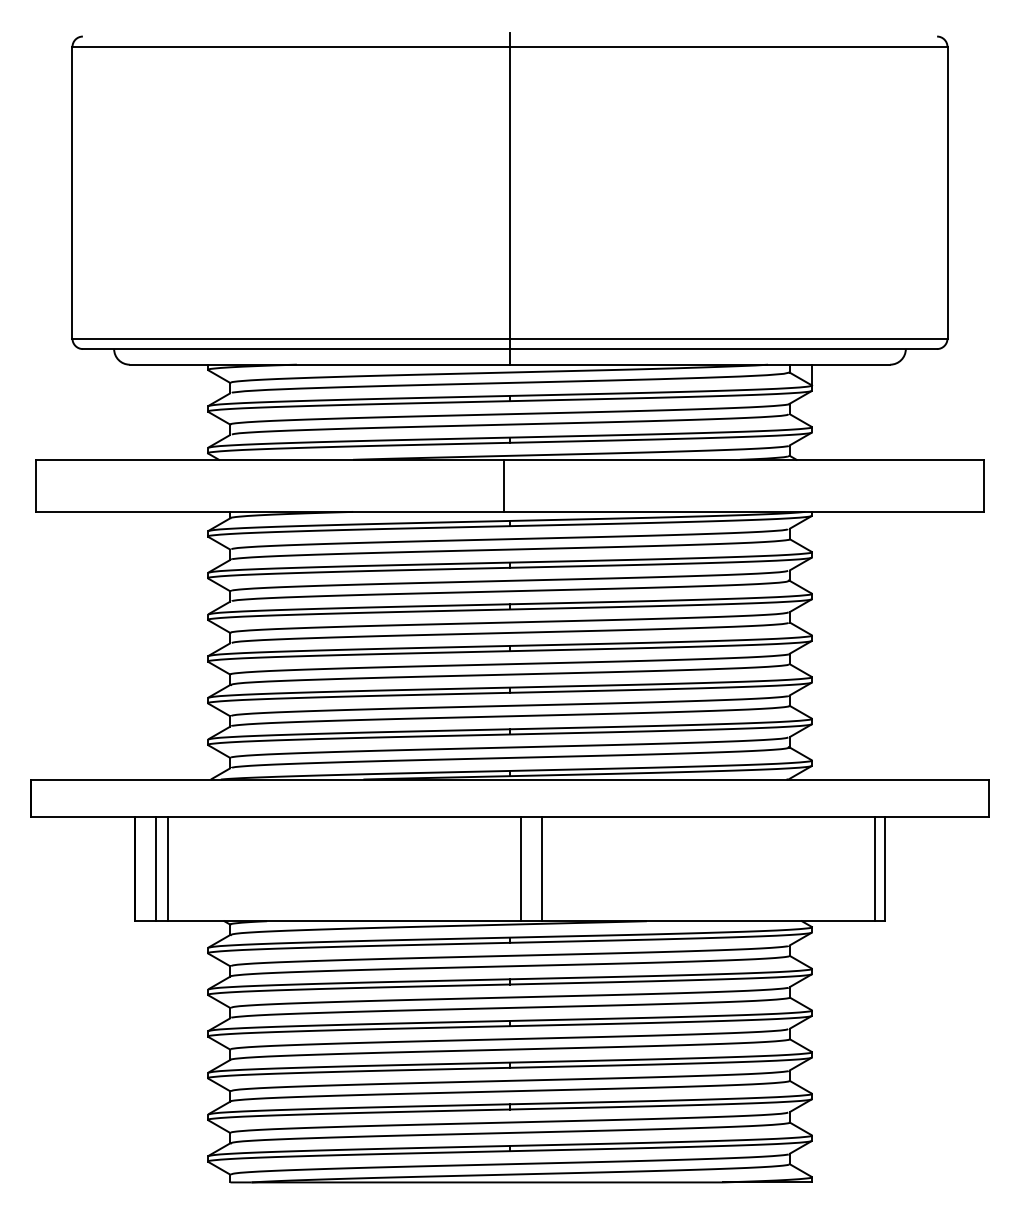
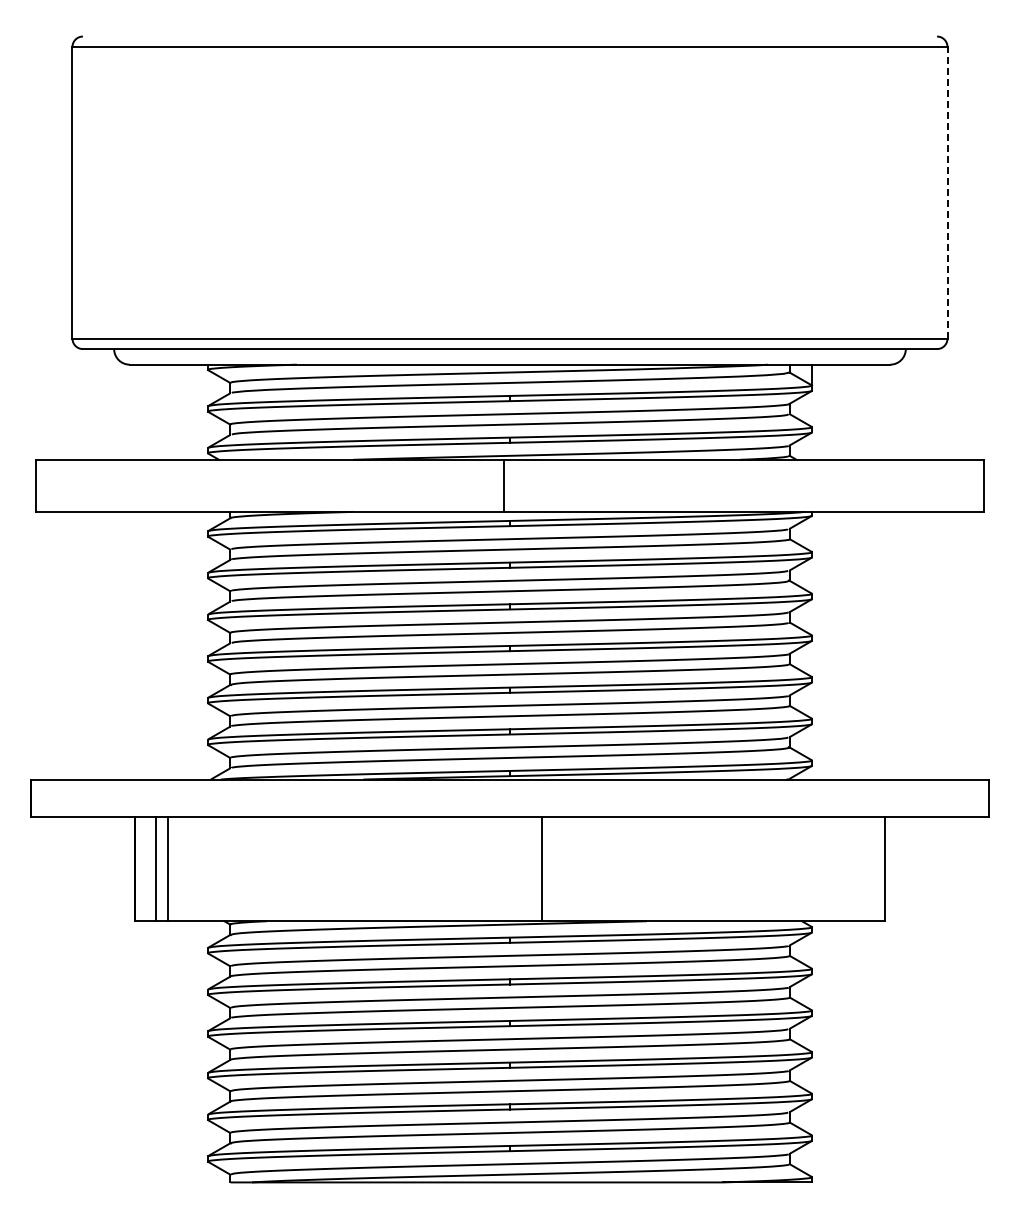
line at (947, 192): solid -> dashed
line at (509, 198): present -> none
line at (521, 869): present -> none
line at (875, 869): present -> none
